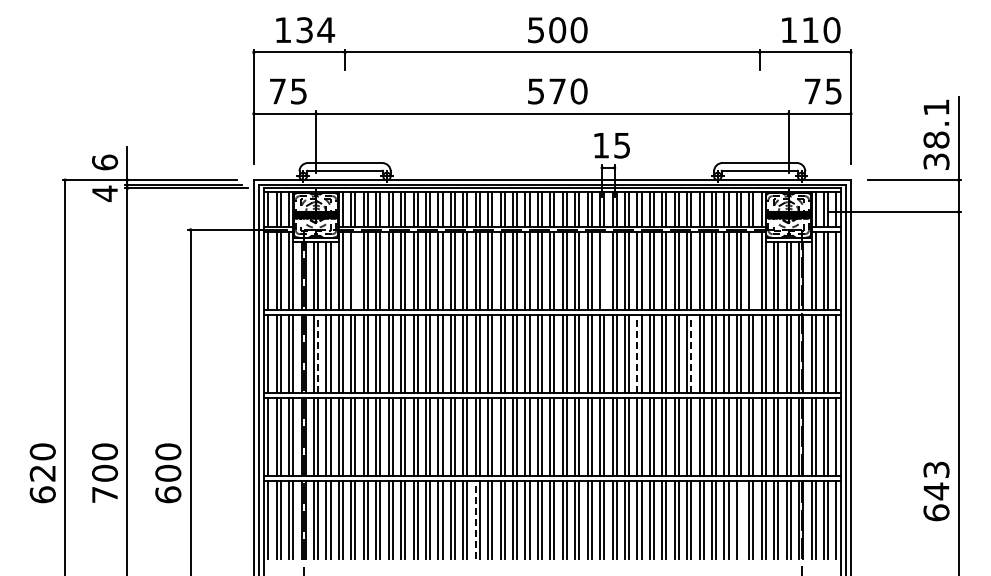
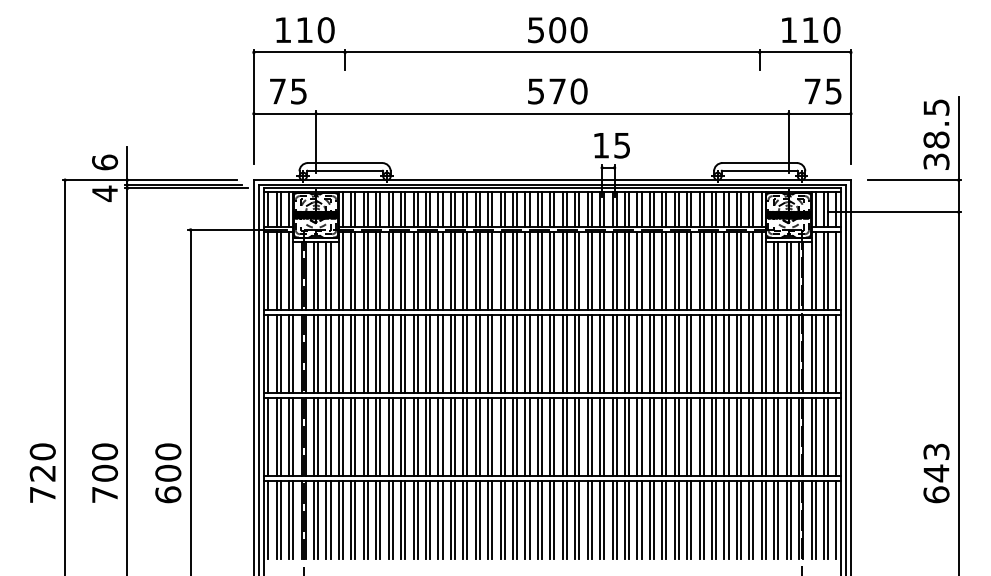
text at (315, 30): 134 -> 110
text at (936, 107): 38.1 -> 38.5
line at (355, 271): none -> present
line at (604, 271): none -> present
line at (753, 271): none -> present
line at (318, 354): dashed -> solid
line at (637, 354): dashed -> solid
line at (691, 354): dashed -> solid
text at (936, 491) position: (936, 491) -> (936, 473)
text at (42, 494): 620 -> 720
line at (475, 519): dashed -> solid
line at (741, 519): none -> present
